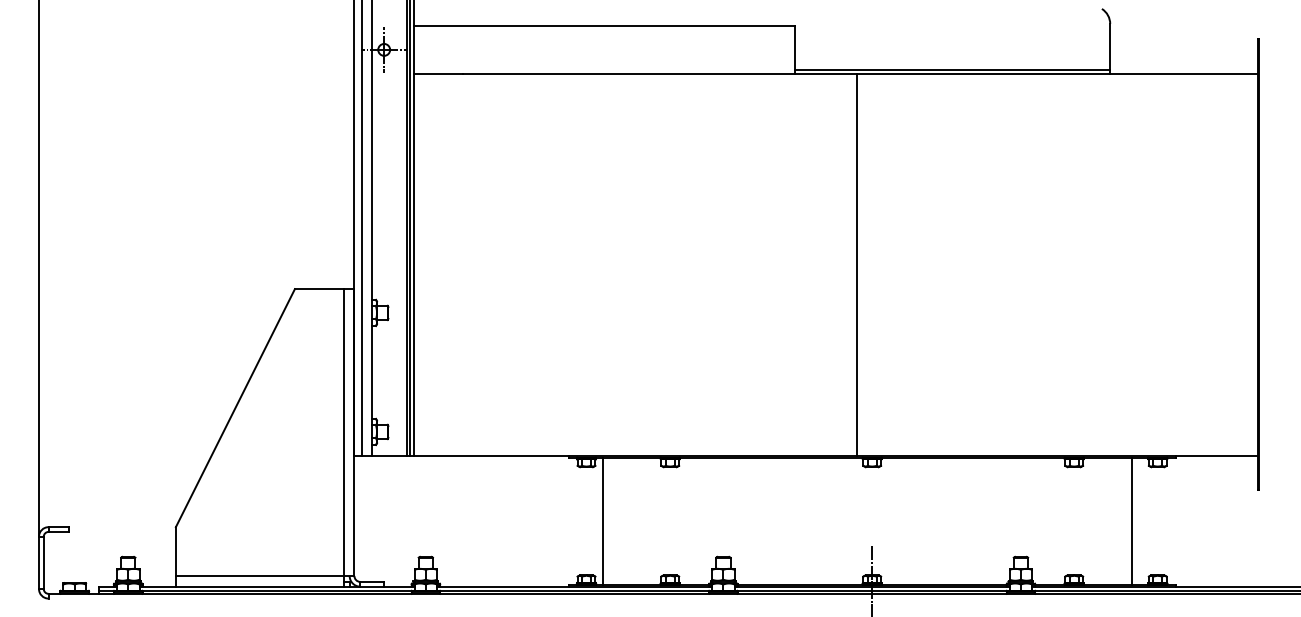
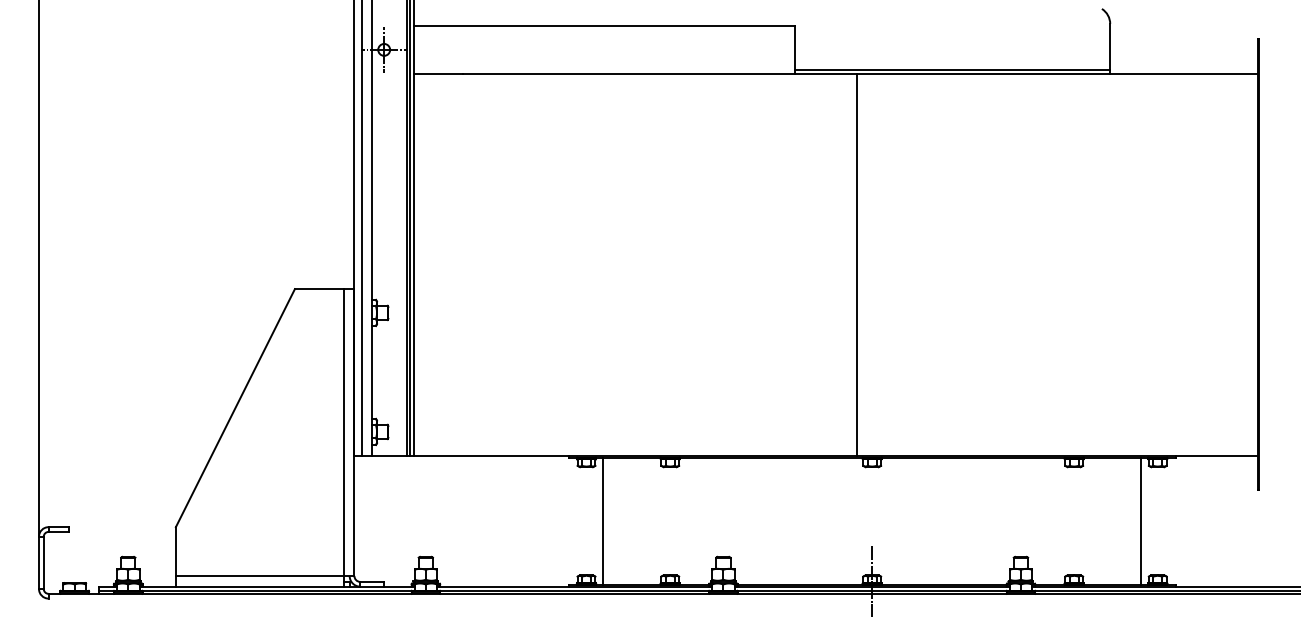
line at (1131, 520) position: (1131, 520) -> (1140, 520)
